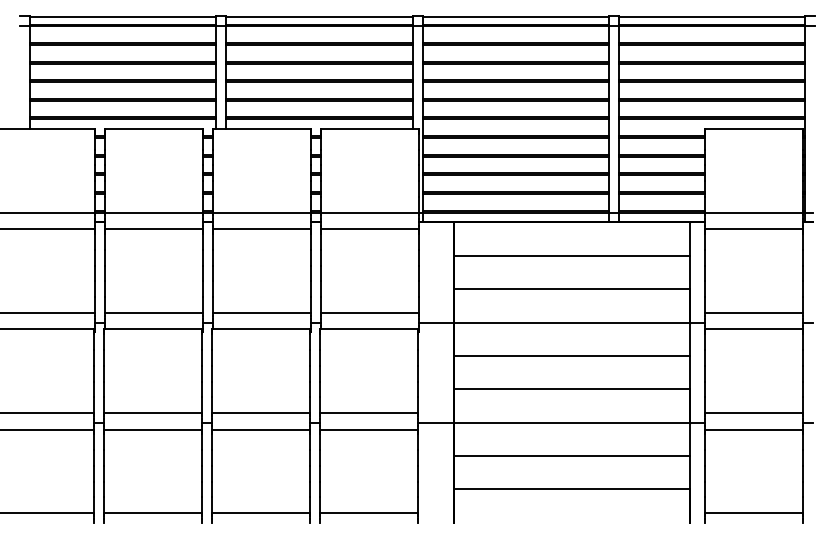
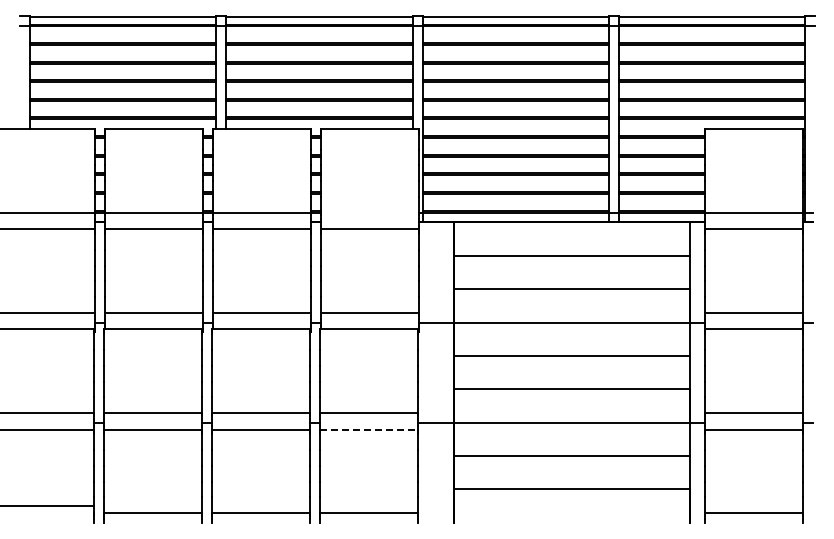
line at (369, 212): present -> none
line at (369, 429): solid -> dashed
line at (48, 513) position: (48, 513) -> (48, 506)
